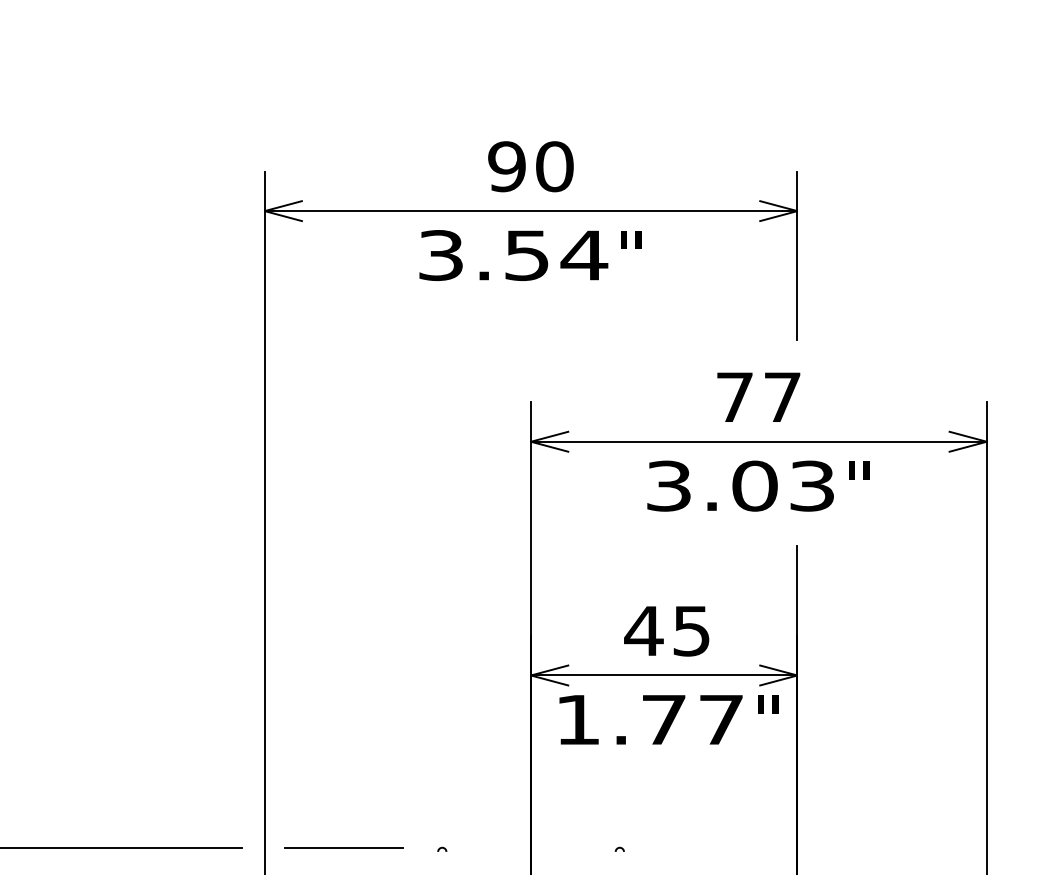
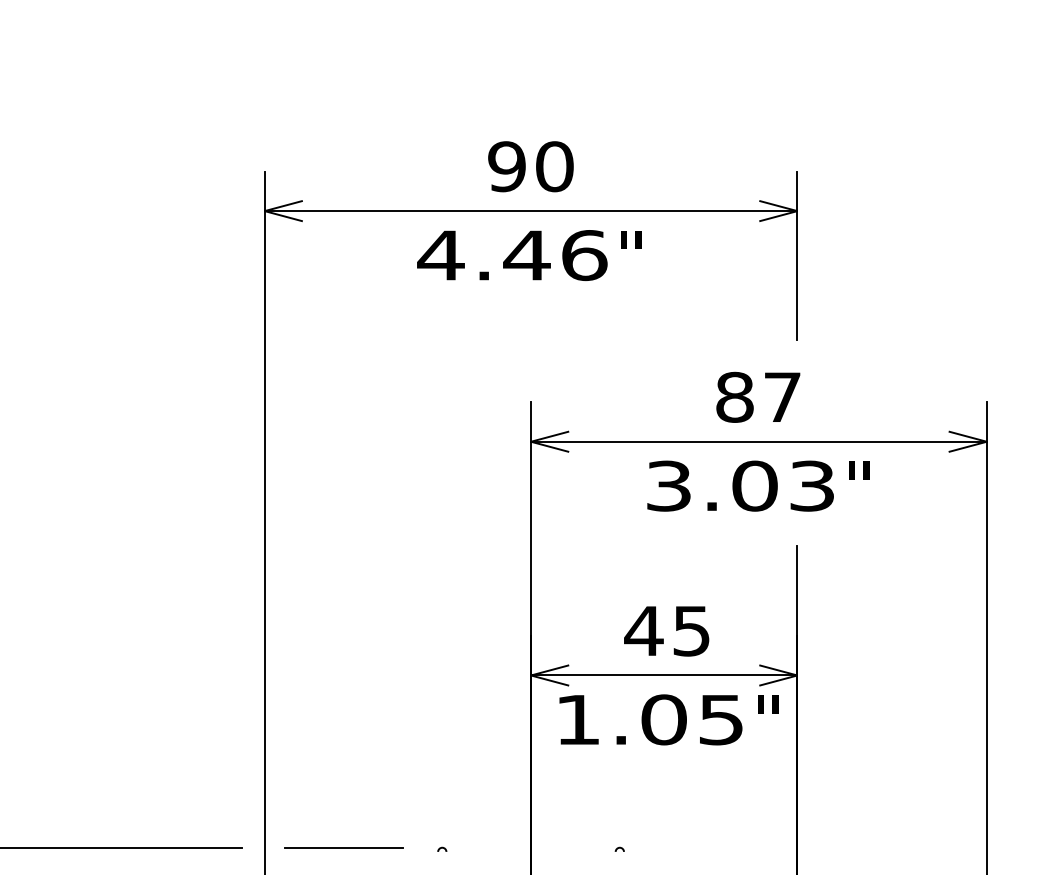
text at (512, 255): 3.54 -> 4.46
text at (734, 396): 77 -> 87
text at (691, 719): 1.77 -> 1.05
